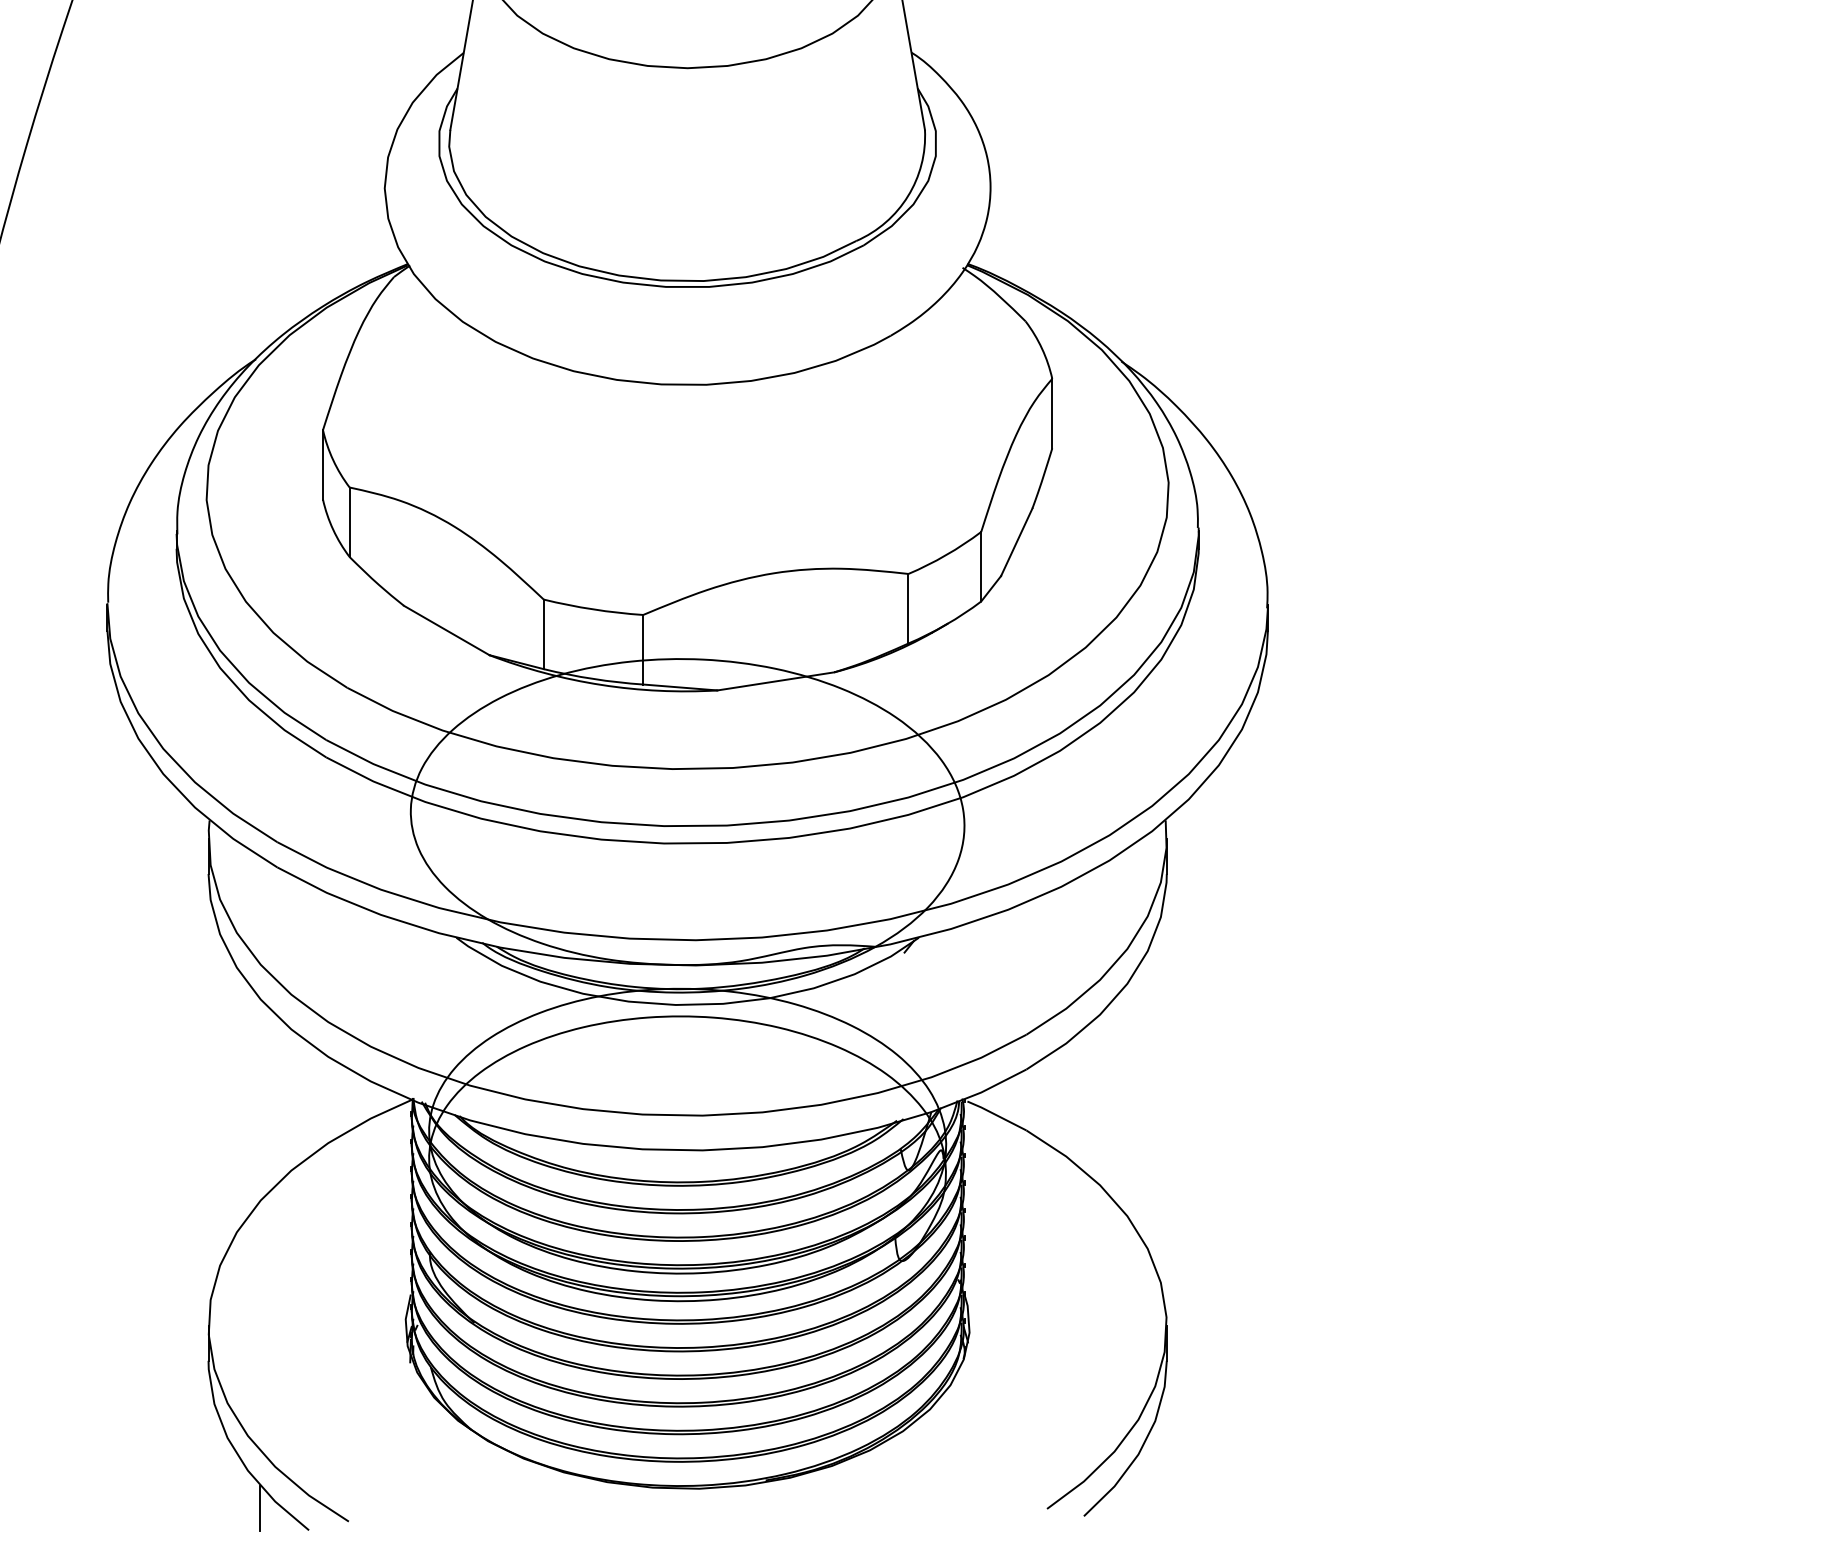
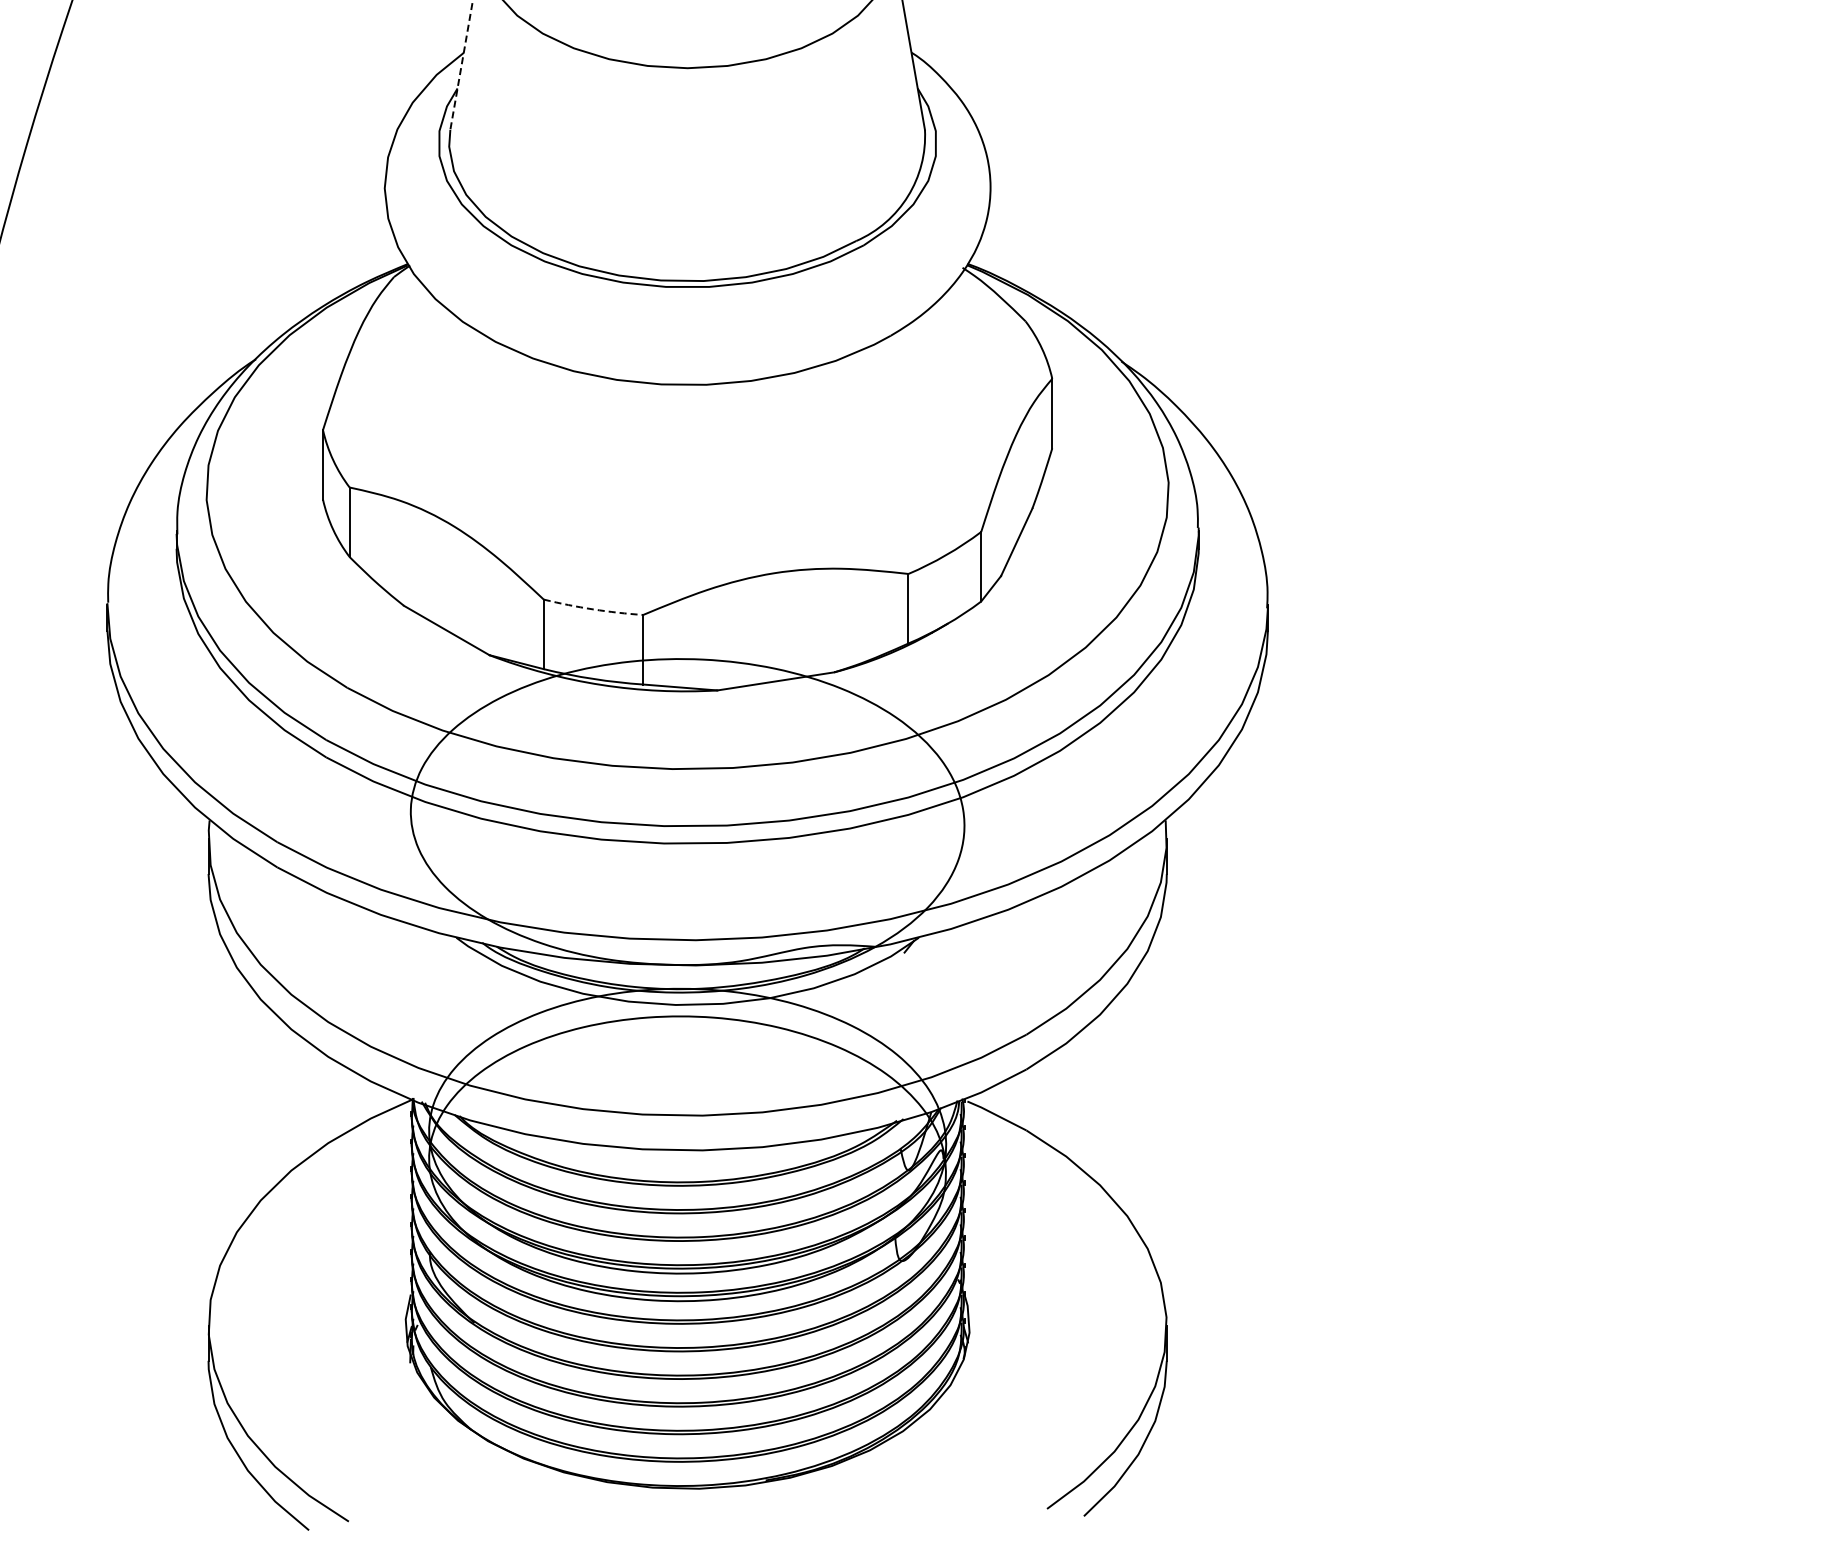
line at (461, 64): solid -> dashed
arc at (593, 609): solid -> dashed
line at (260, 1508): present -> none
